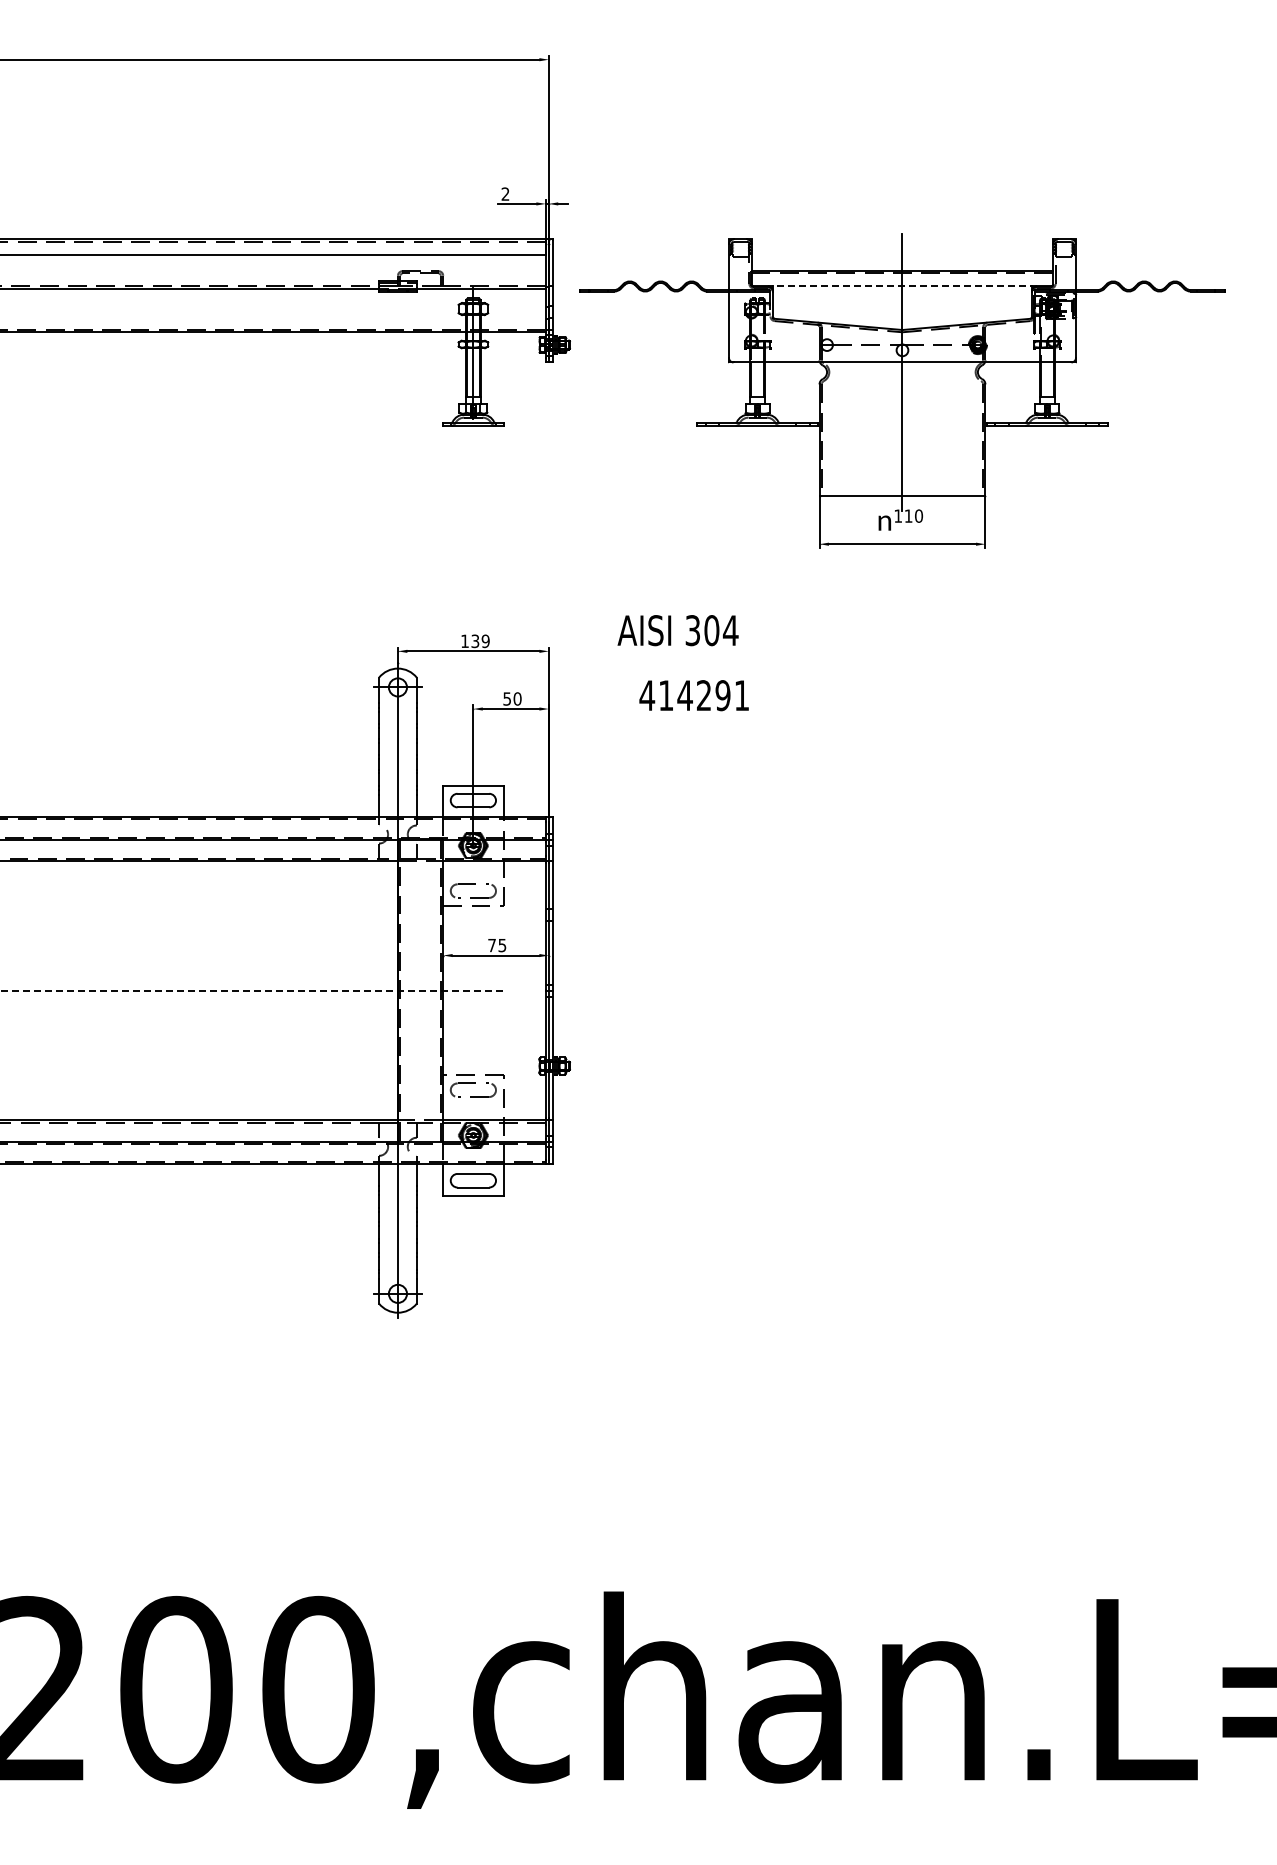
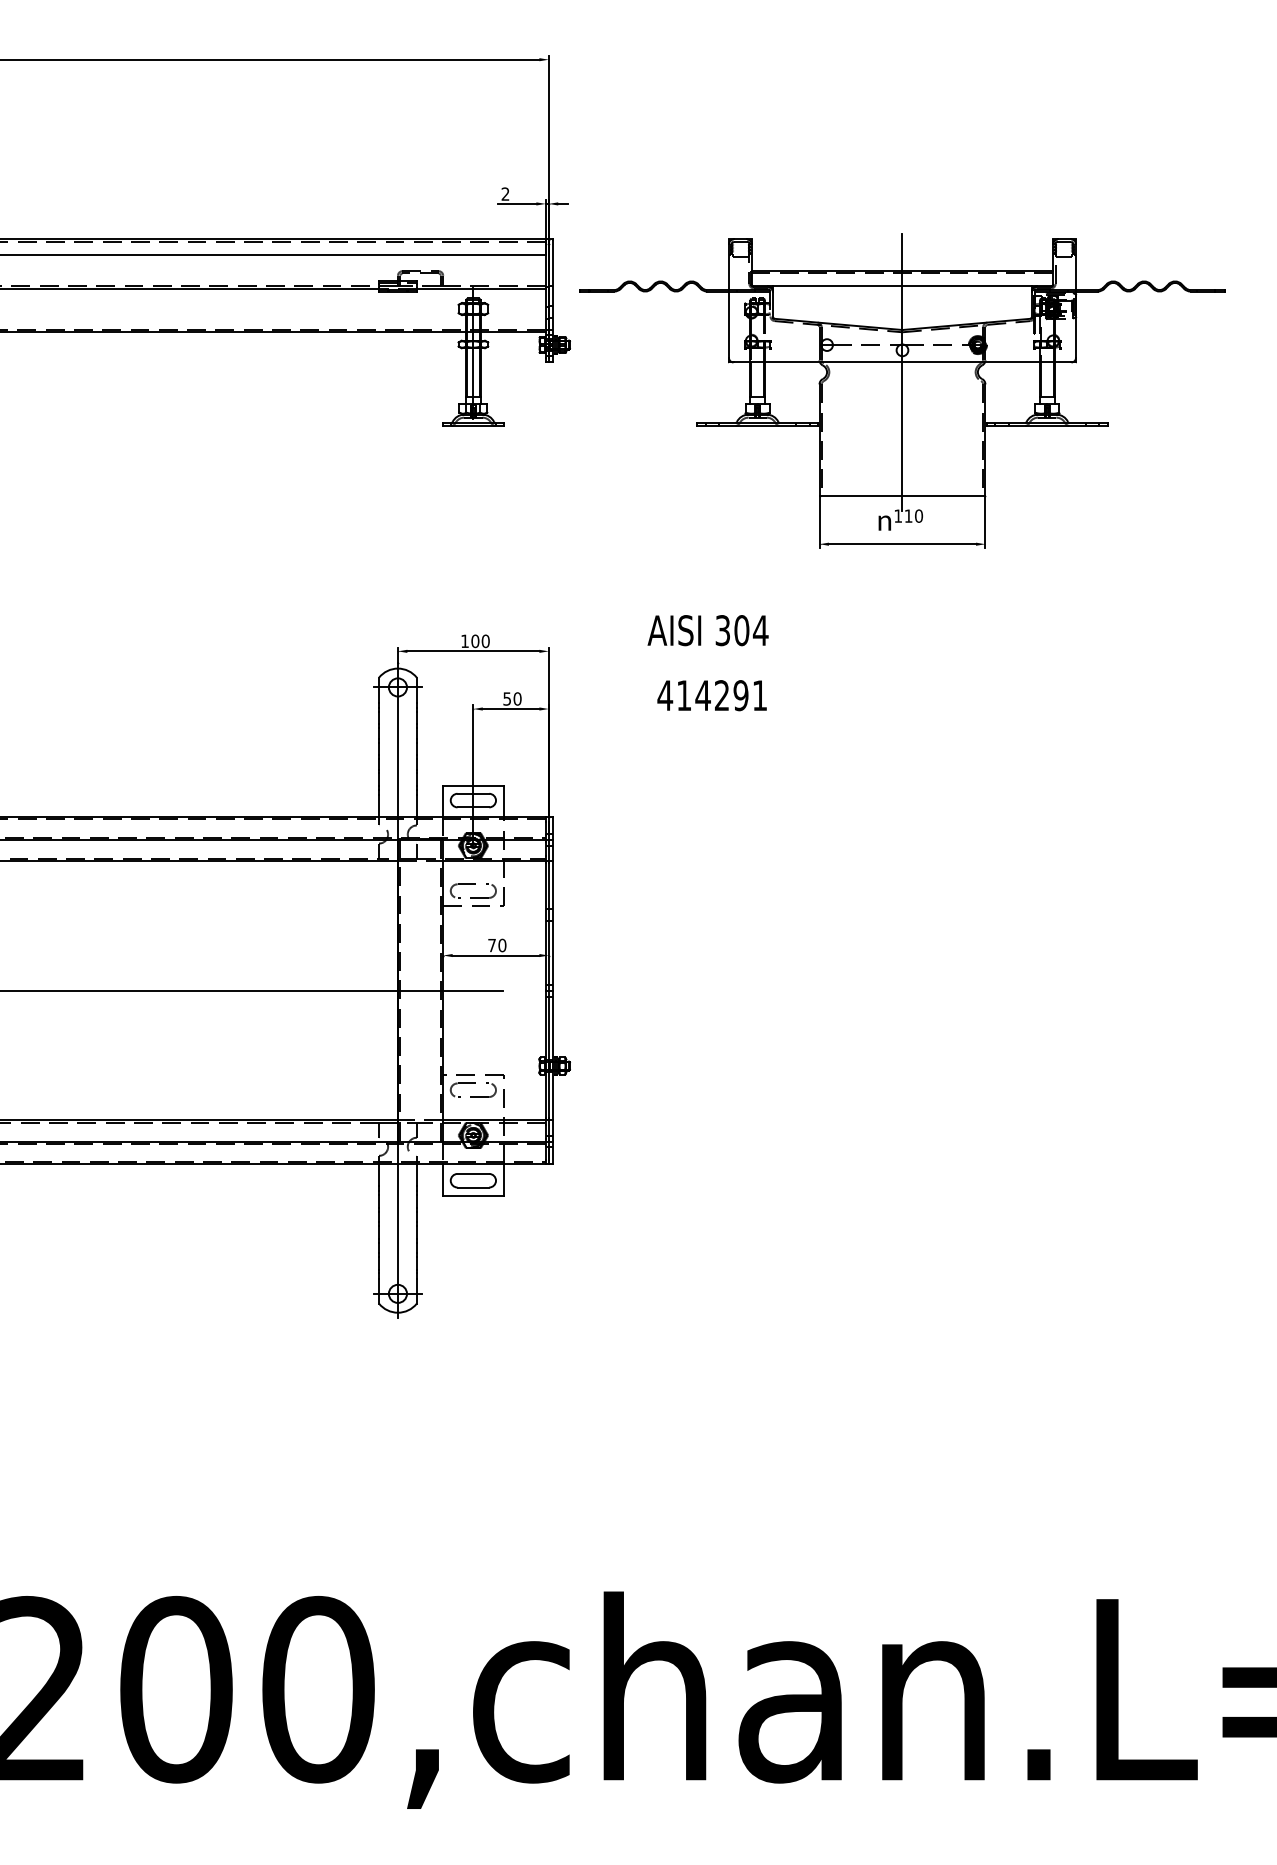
line at (901, 286): dashed -> solid
text at (677, 630) position: (677, 630) -> (707, 630)
text at (480, 641): 139 -> 100
text at (693, 695) position: (693, 695) -> (711, 695)
text at (502, 945): 75 -> 70
line at (251, 990): dashed -> solid
